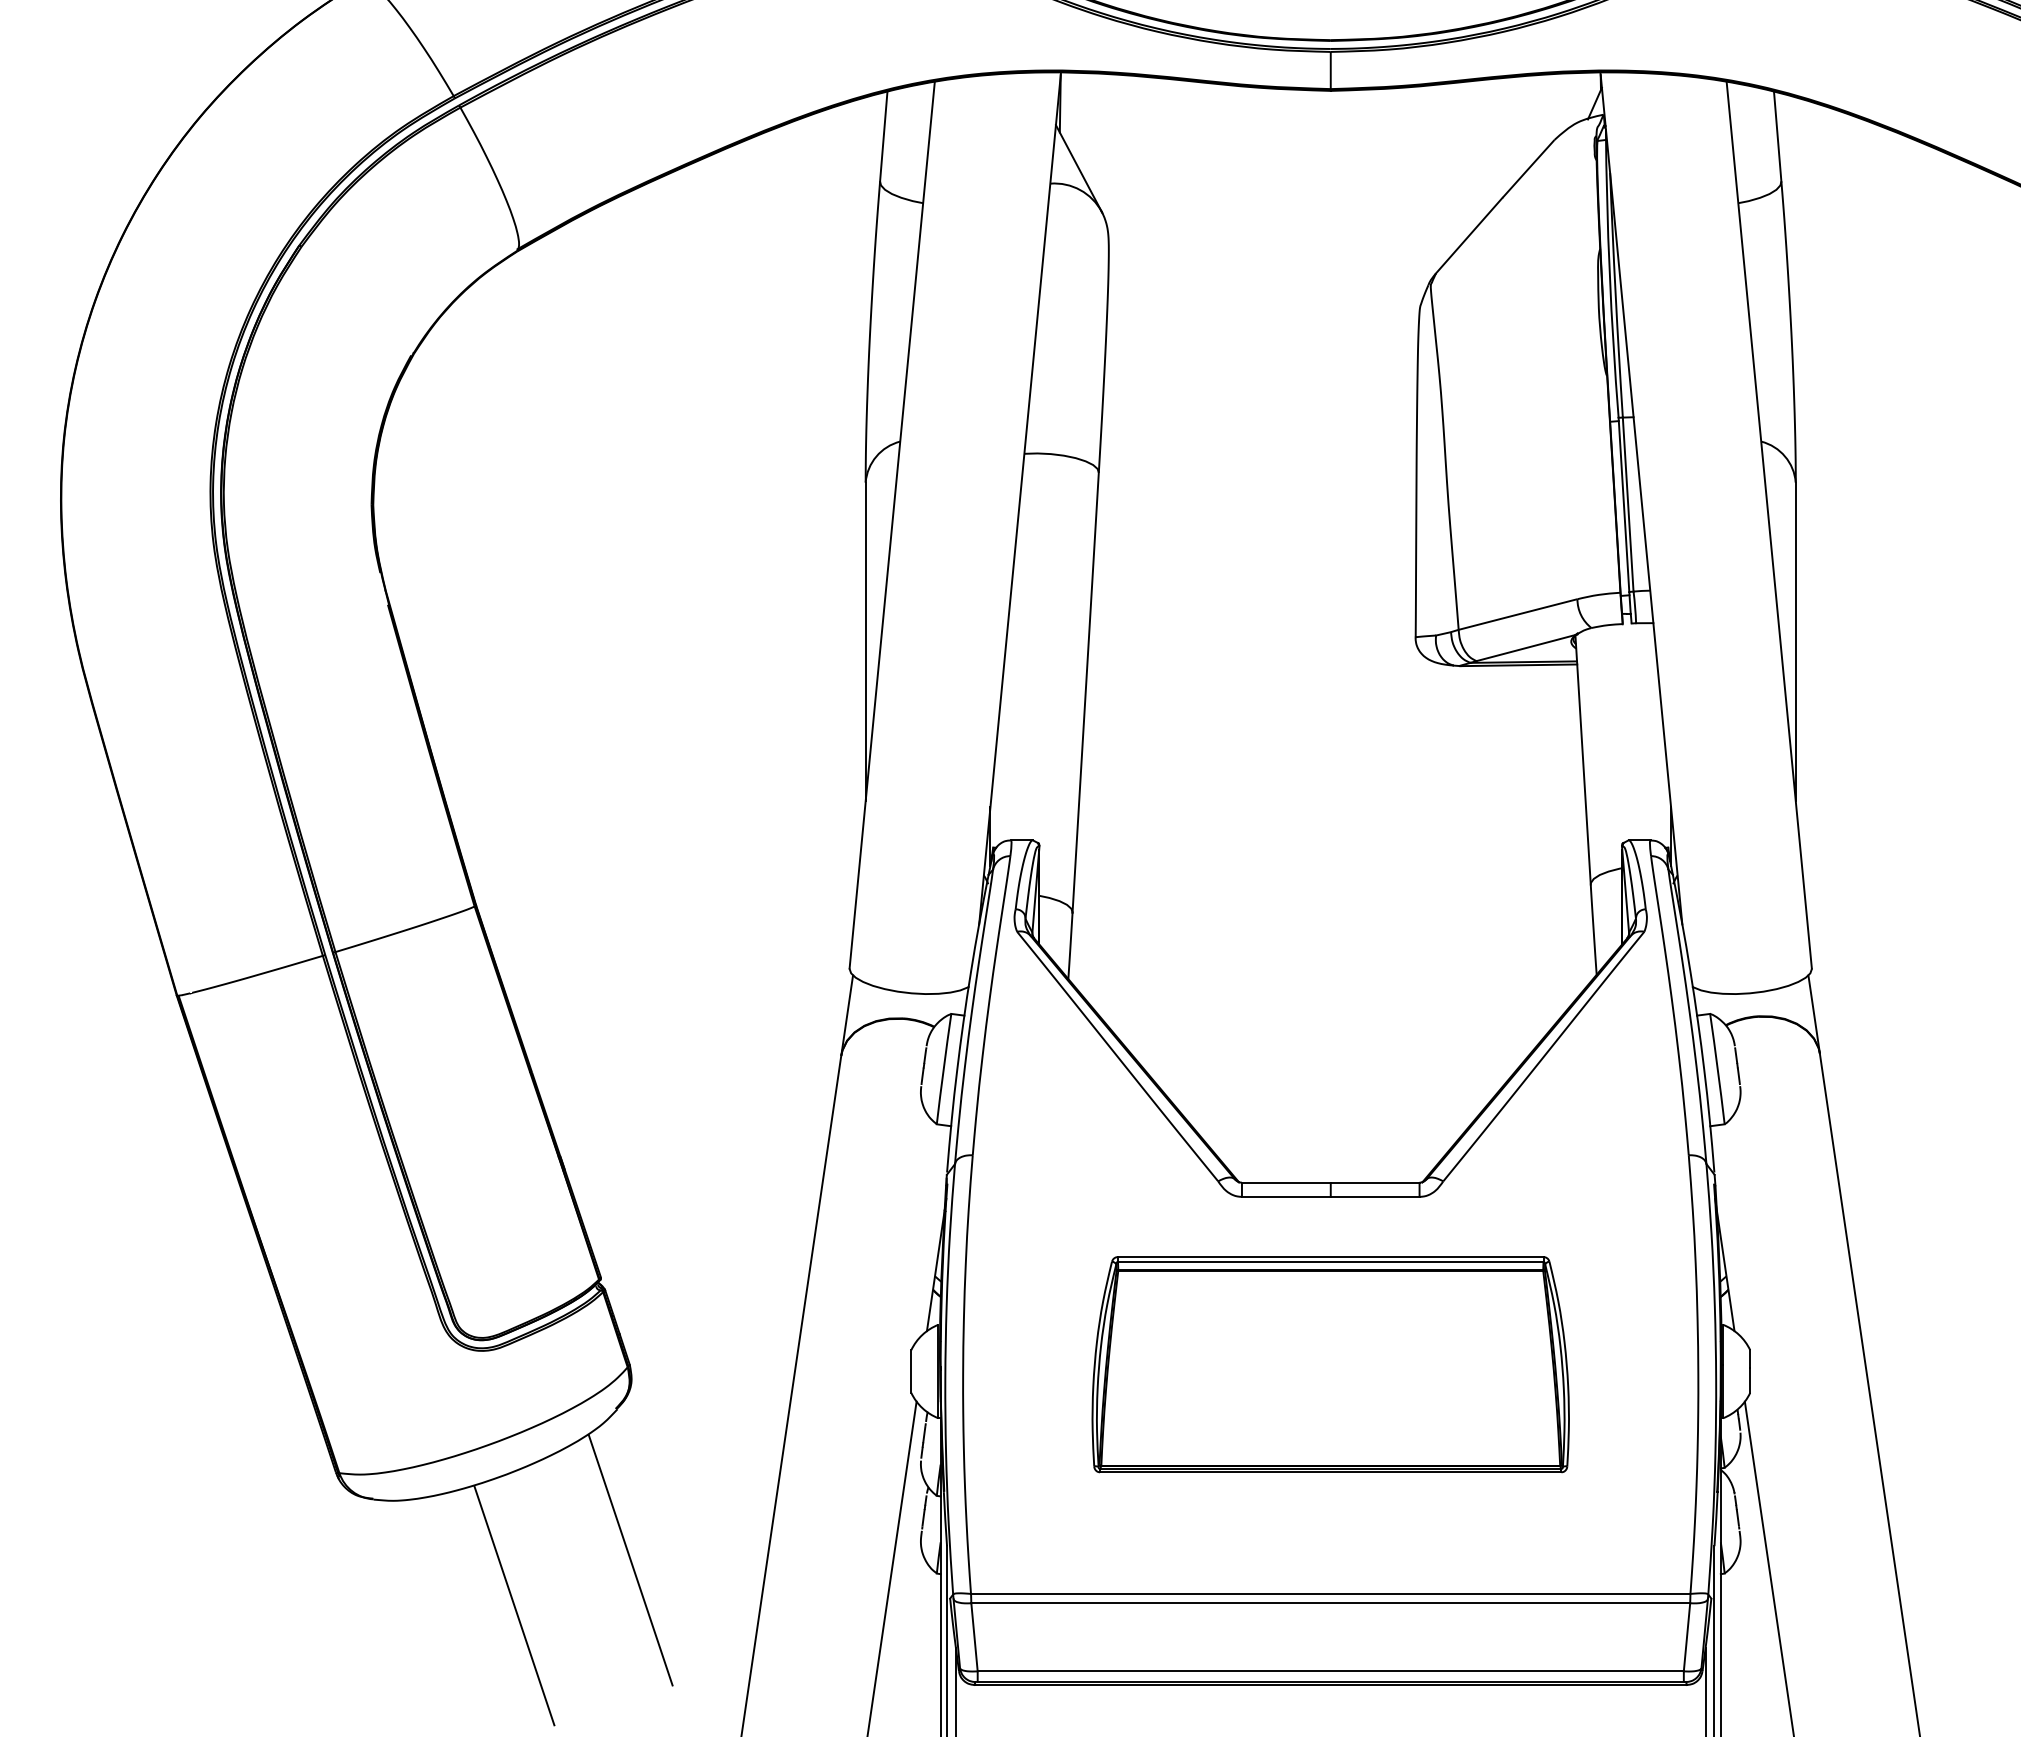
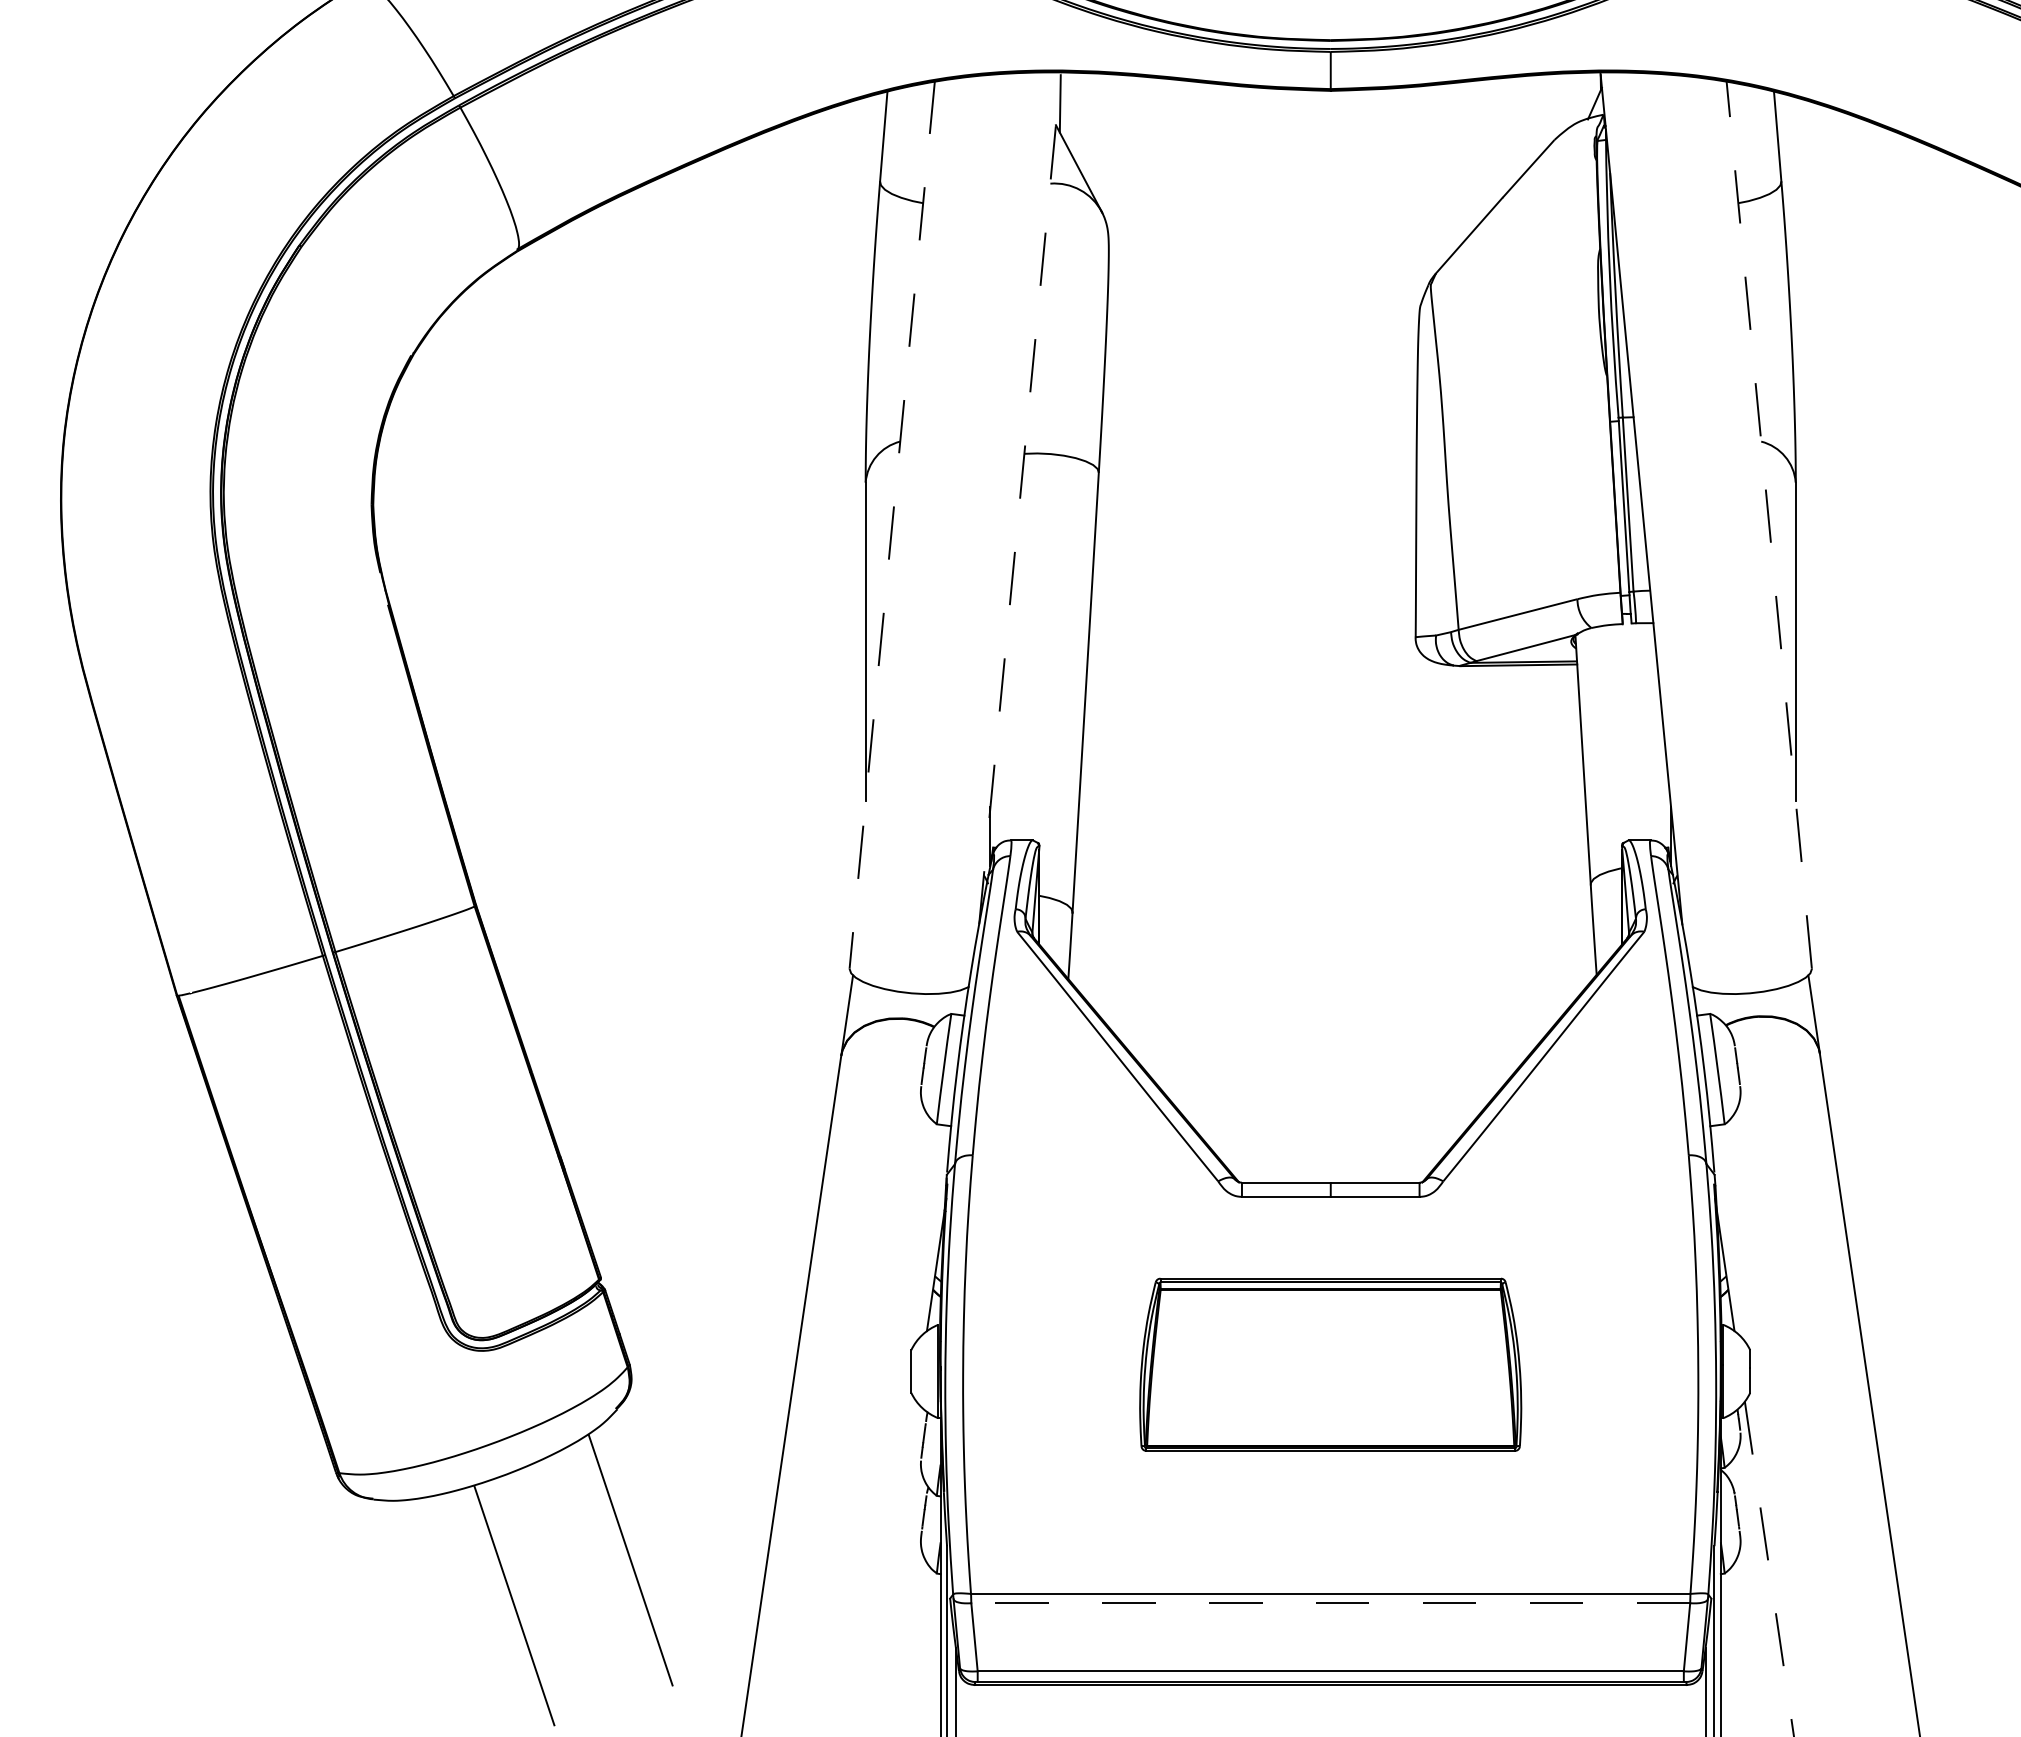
line at (1020, 498): solid -> dashed
line at (892, 524): solid -> dashed
line at (1769, 524): solid -> dashed
part at (1330, 1364) size: 479x218 px -> 384x175 px
line at (891, 1567): present -> none
line at (1769, 1569): solid -> dashed
line at (1330, 1603): solid -> dashed
